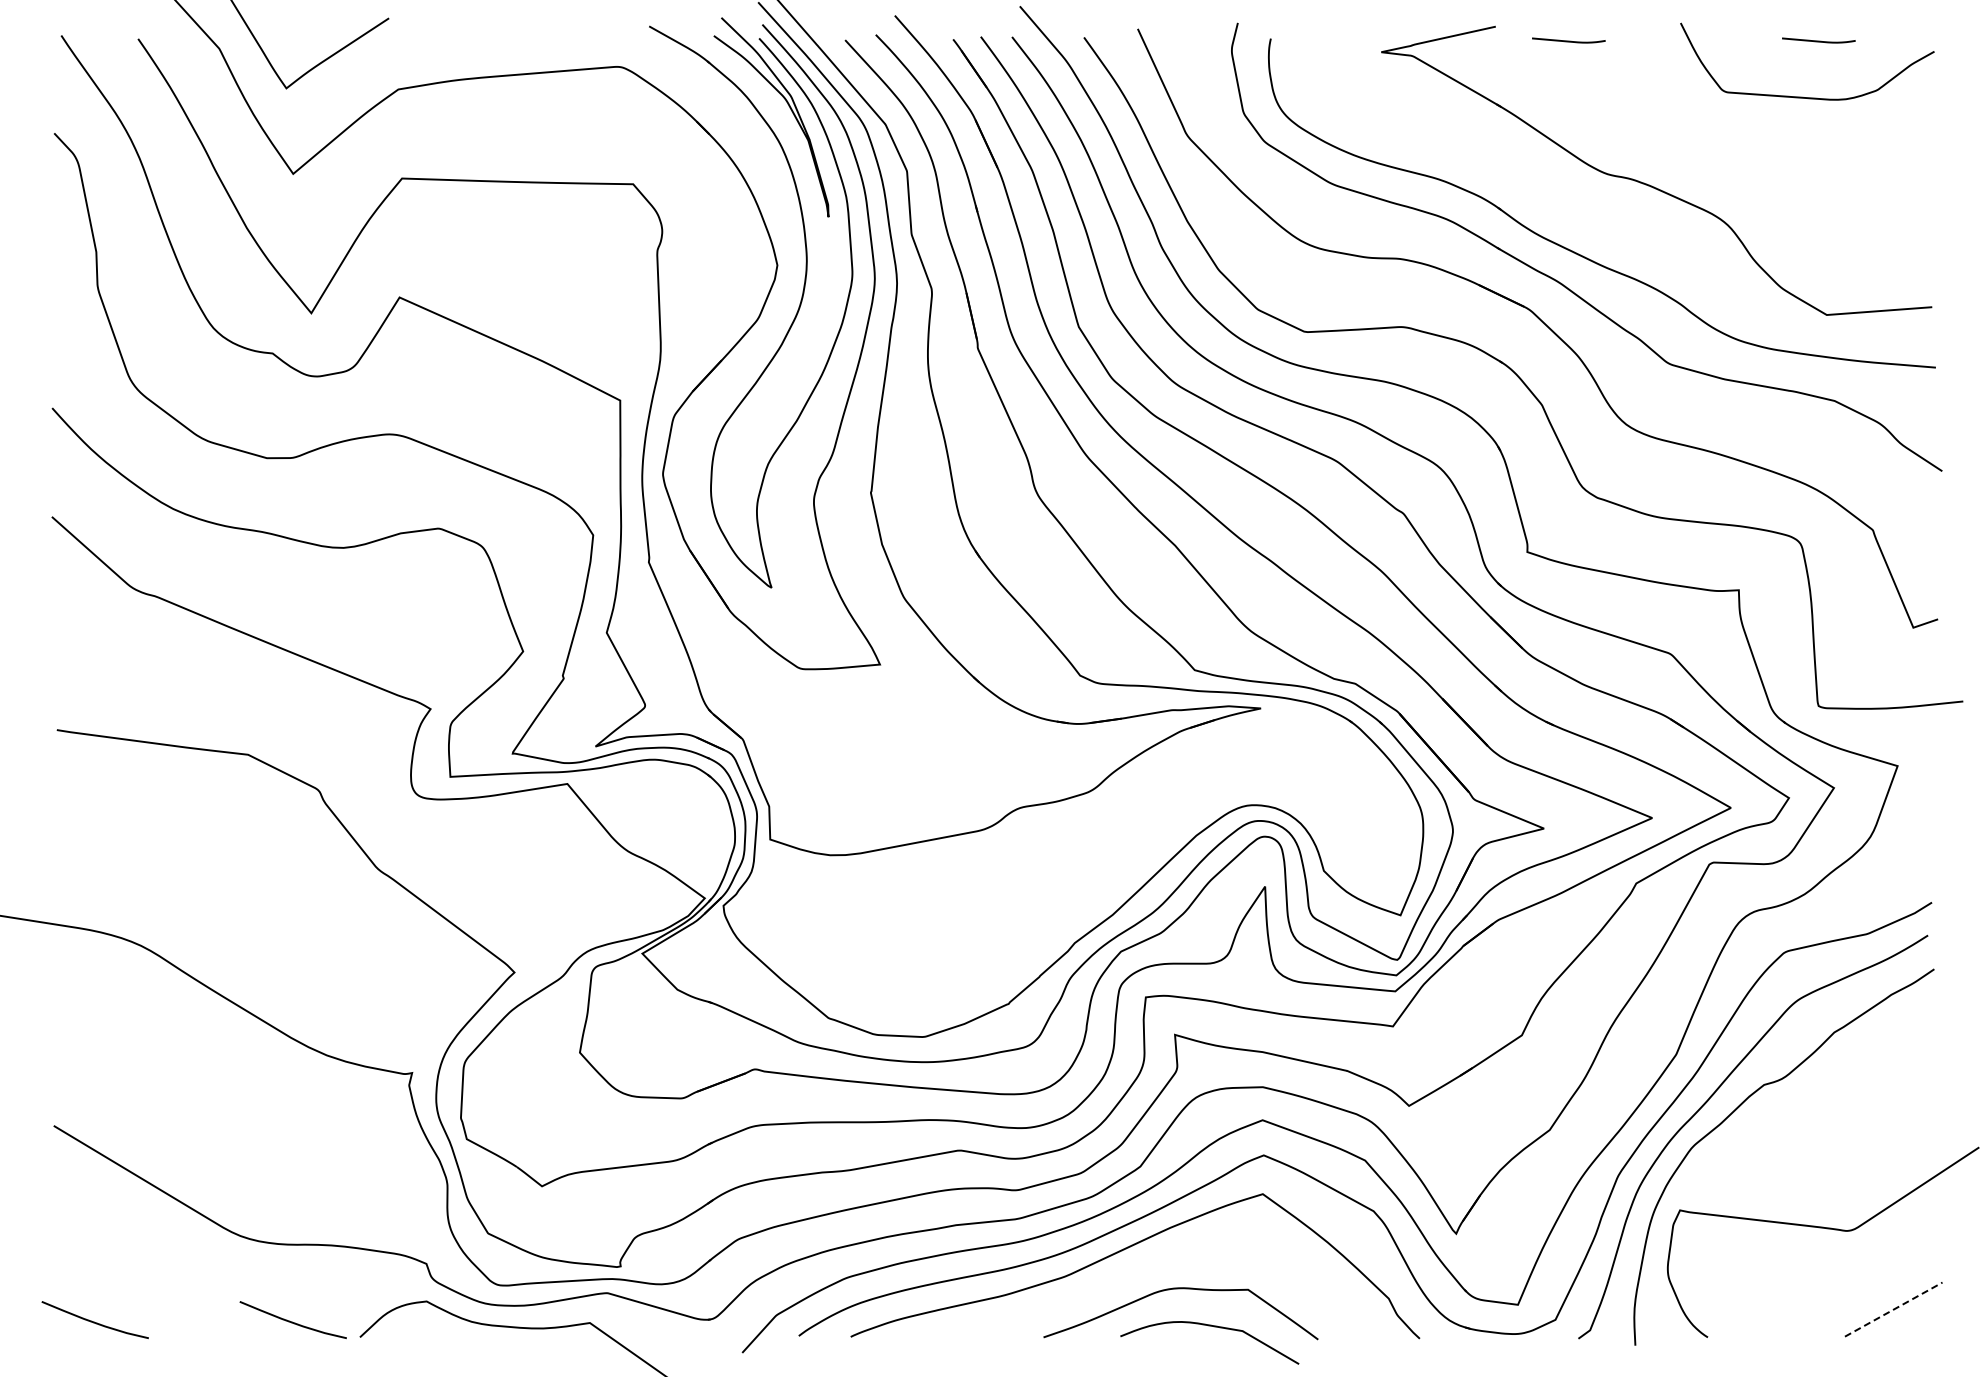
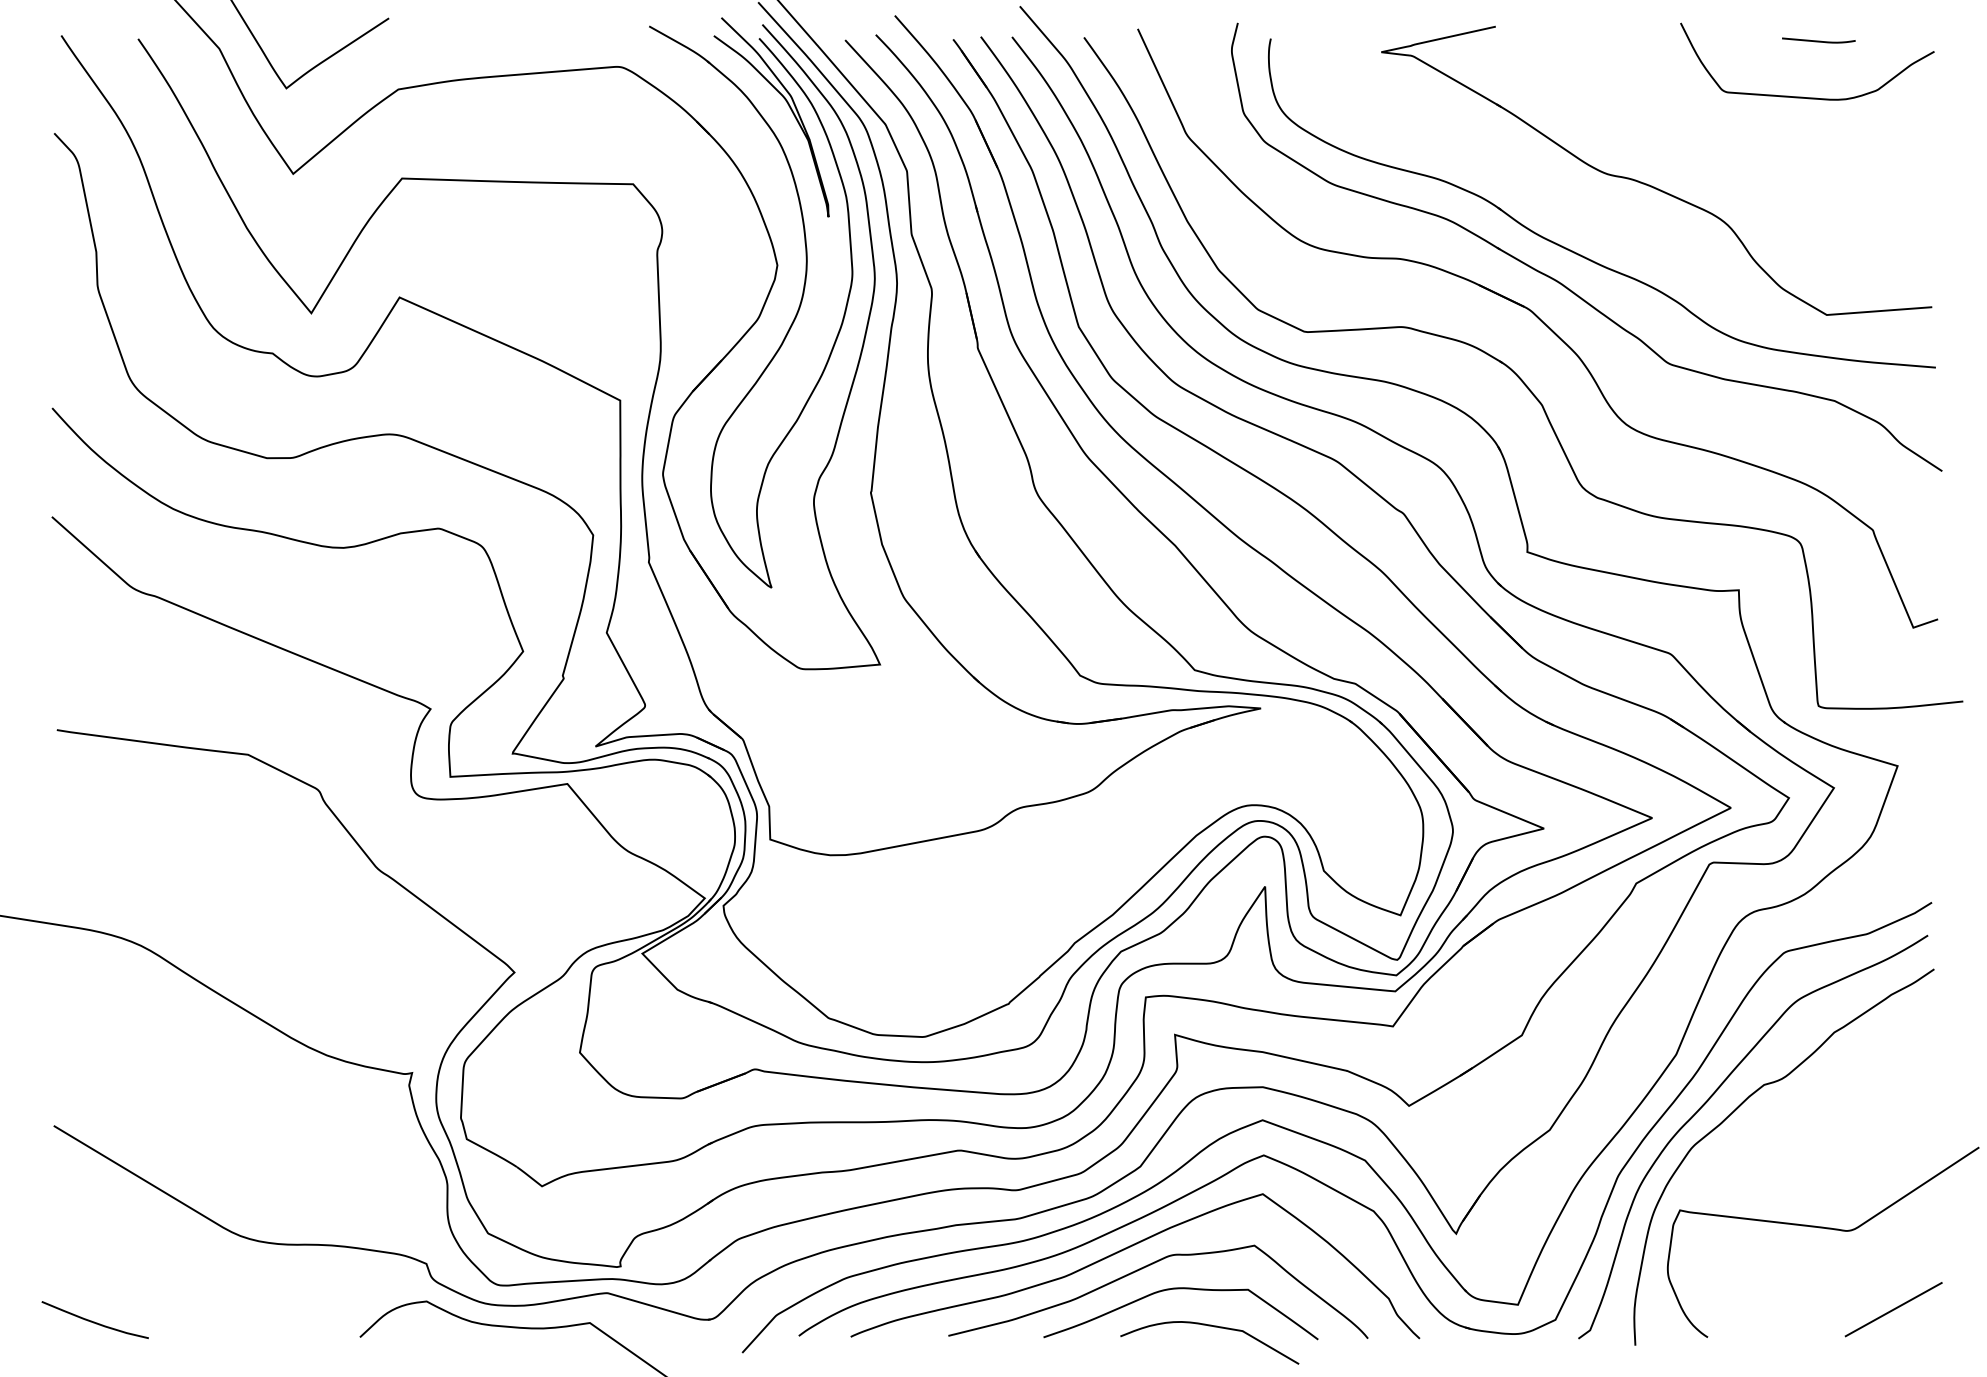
curve at (1568, 40): present -> none
curve at (1146, 1267): none -> present
line at (1893, 1309): dashed -> solid
curve at (292, 1321): present -> none
